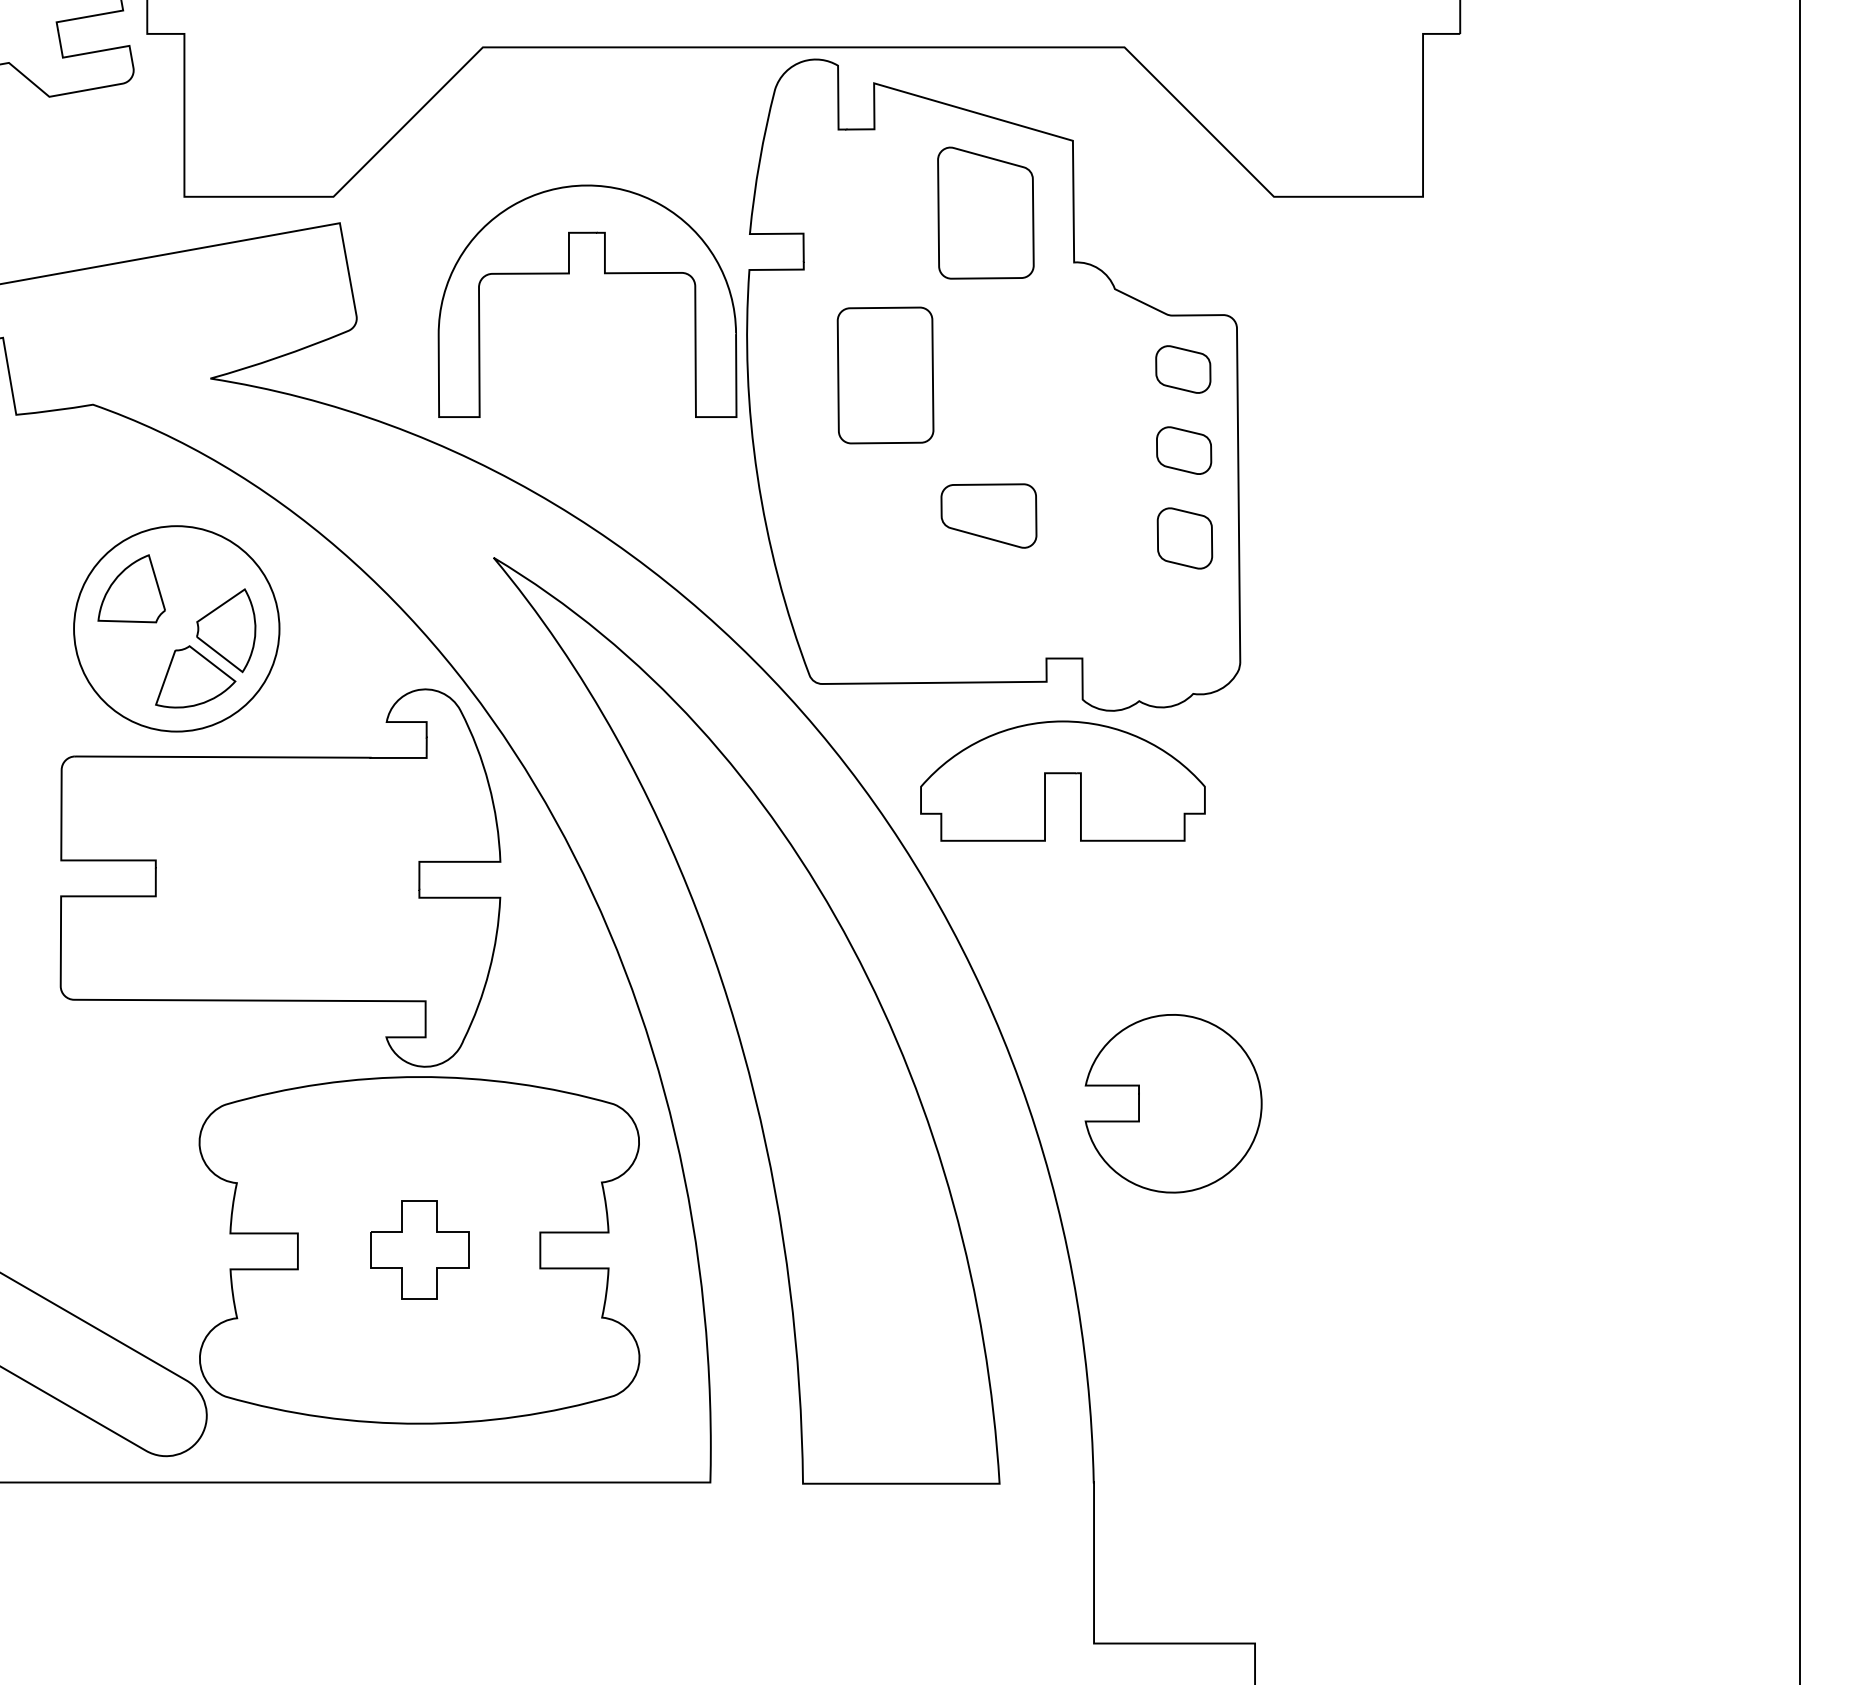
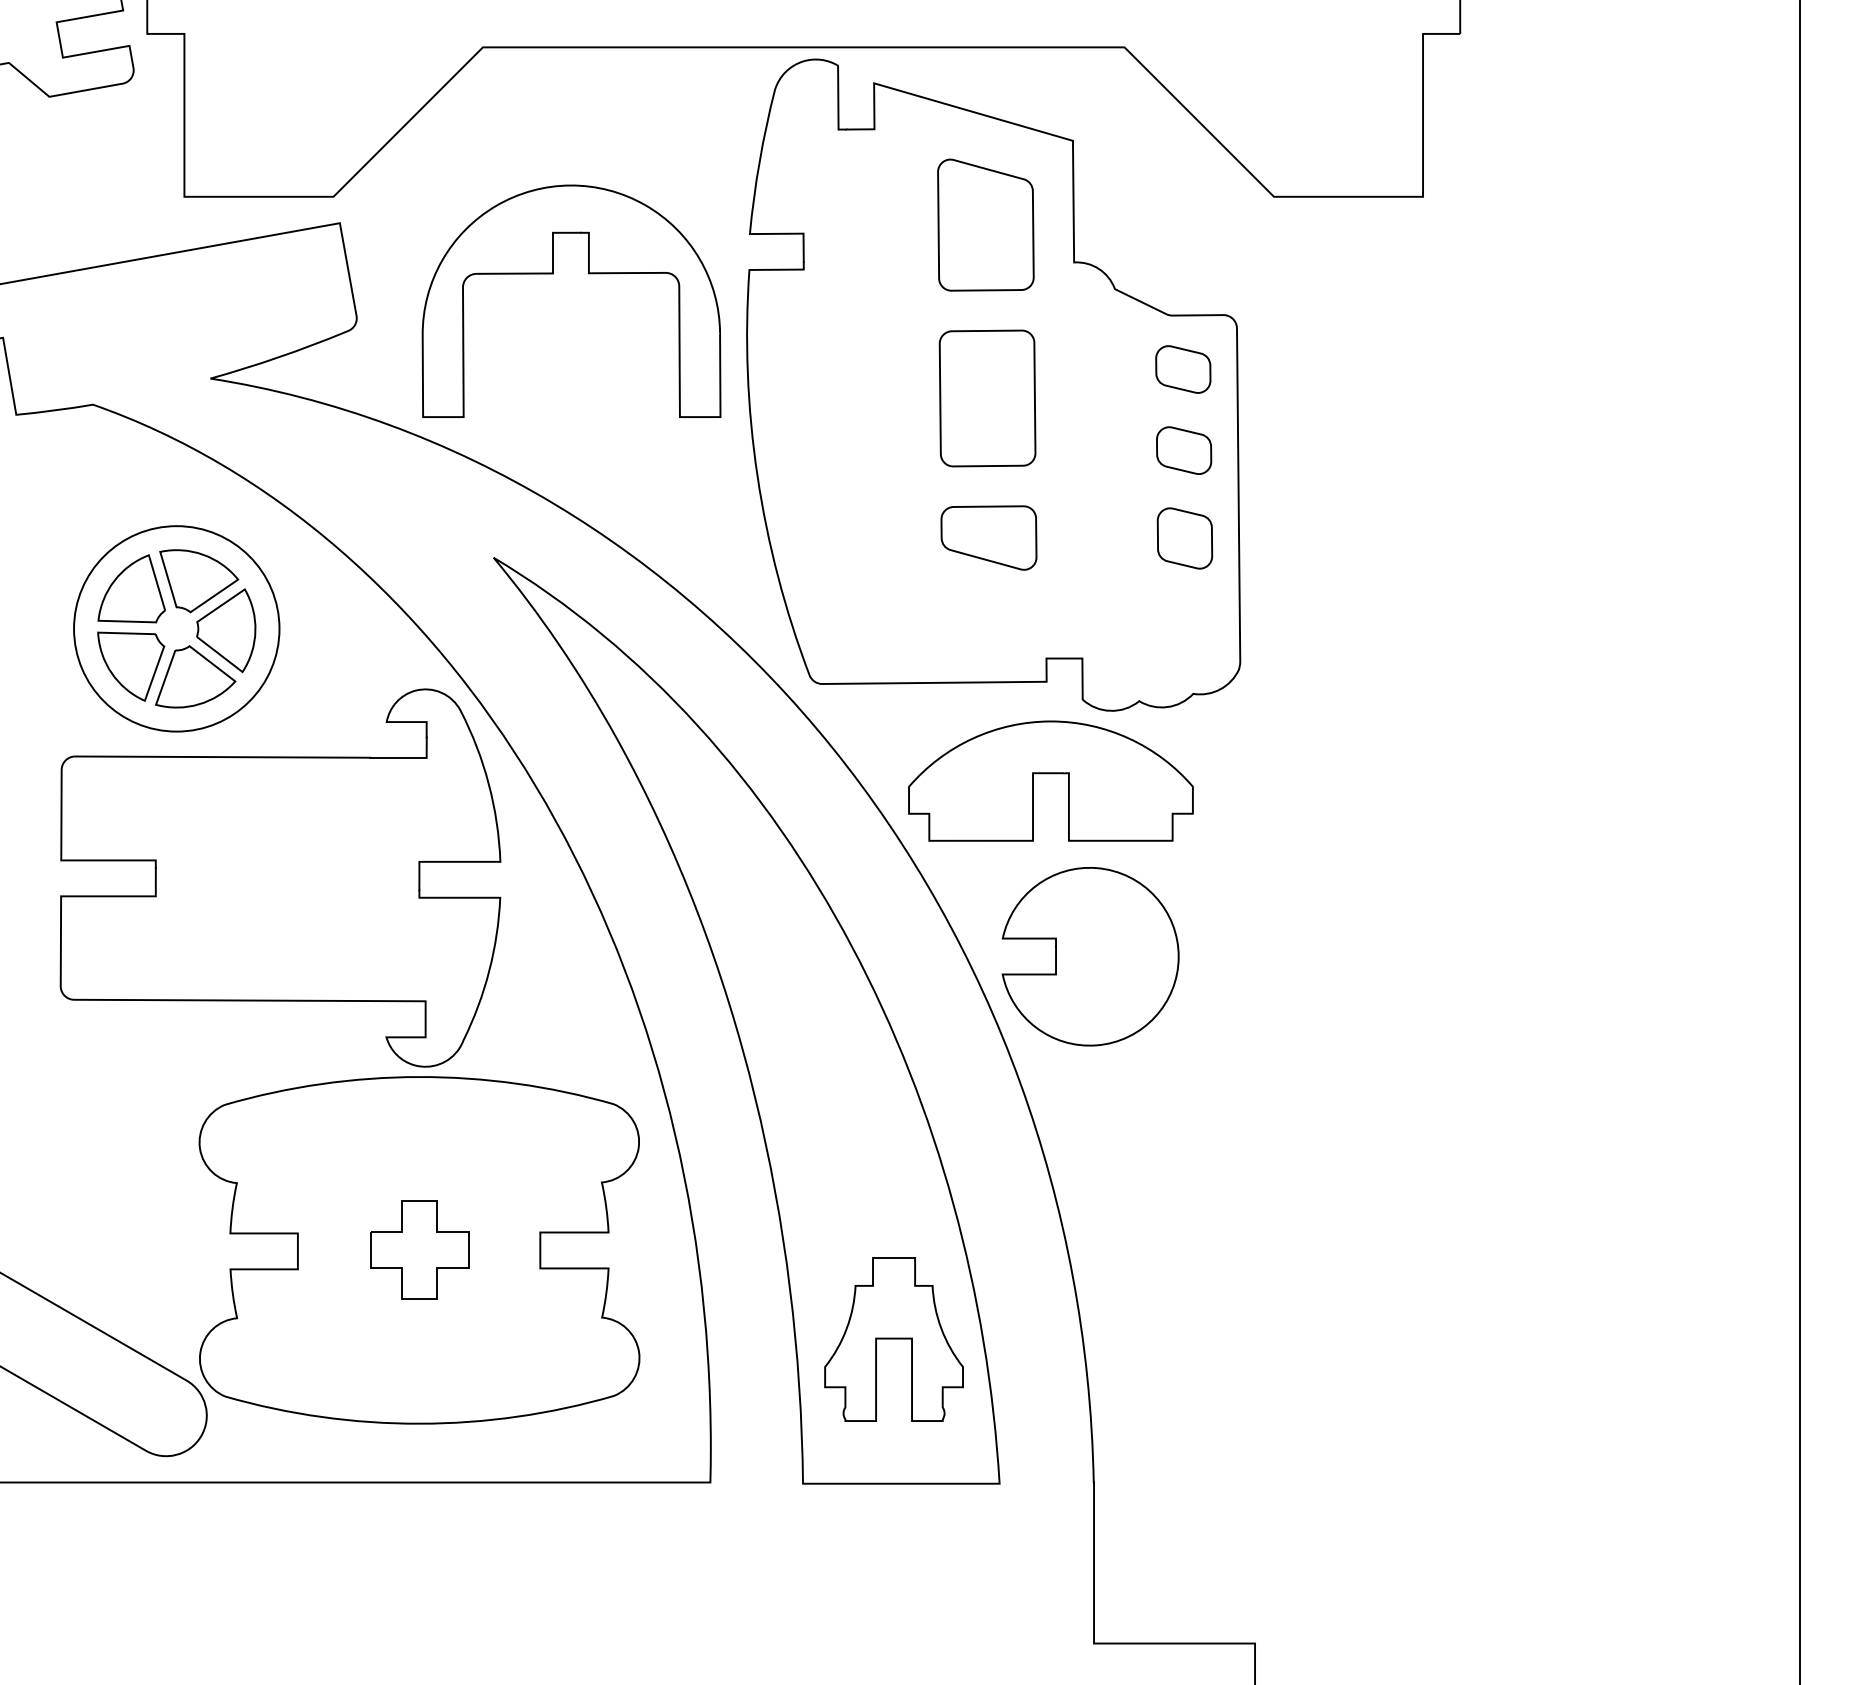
part at (985, 212) position: (985, 212) -> (985, 224)
part at (604, 274) position: (604, 274) -> (588, 274)
part at (885, 375) position: (885, 375) -> (987, 398)
part at (988, 515) position: (988, 515) -> (988, 537)
part at (199, 581): none -> present
part at (131, 666): none -> present
part at (1062, 780) position: (1062, 780) -> (1050, 780)
part at (1173, 1103) position: (1173, 1103) -> (1090, 956)
part at (893, 1339): none -> present
